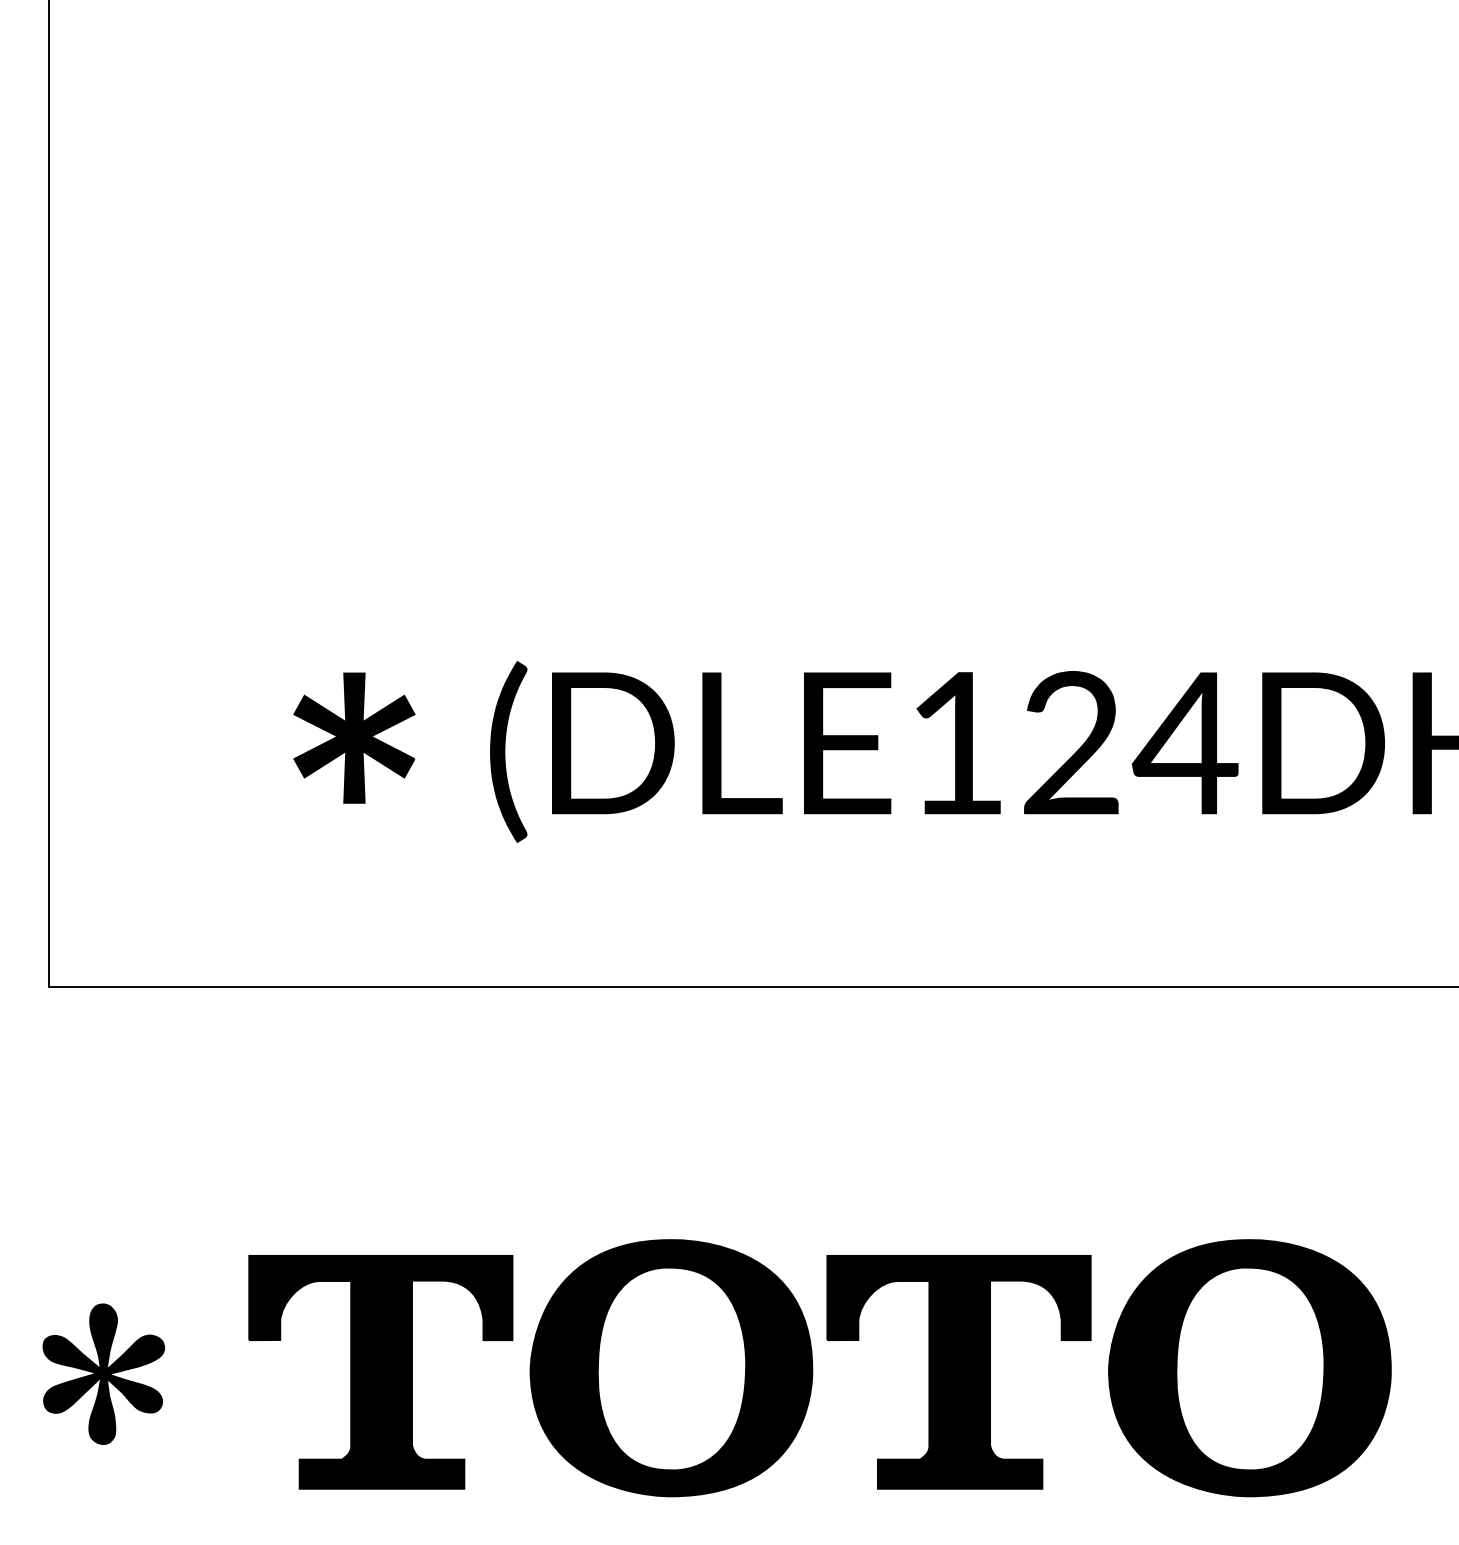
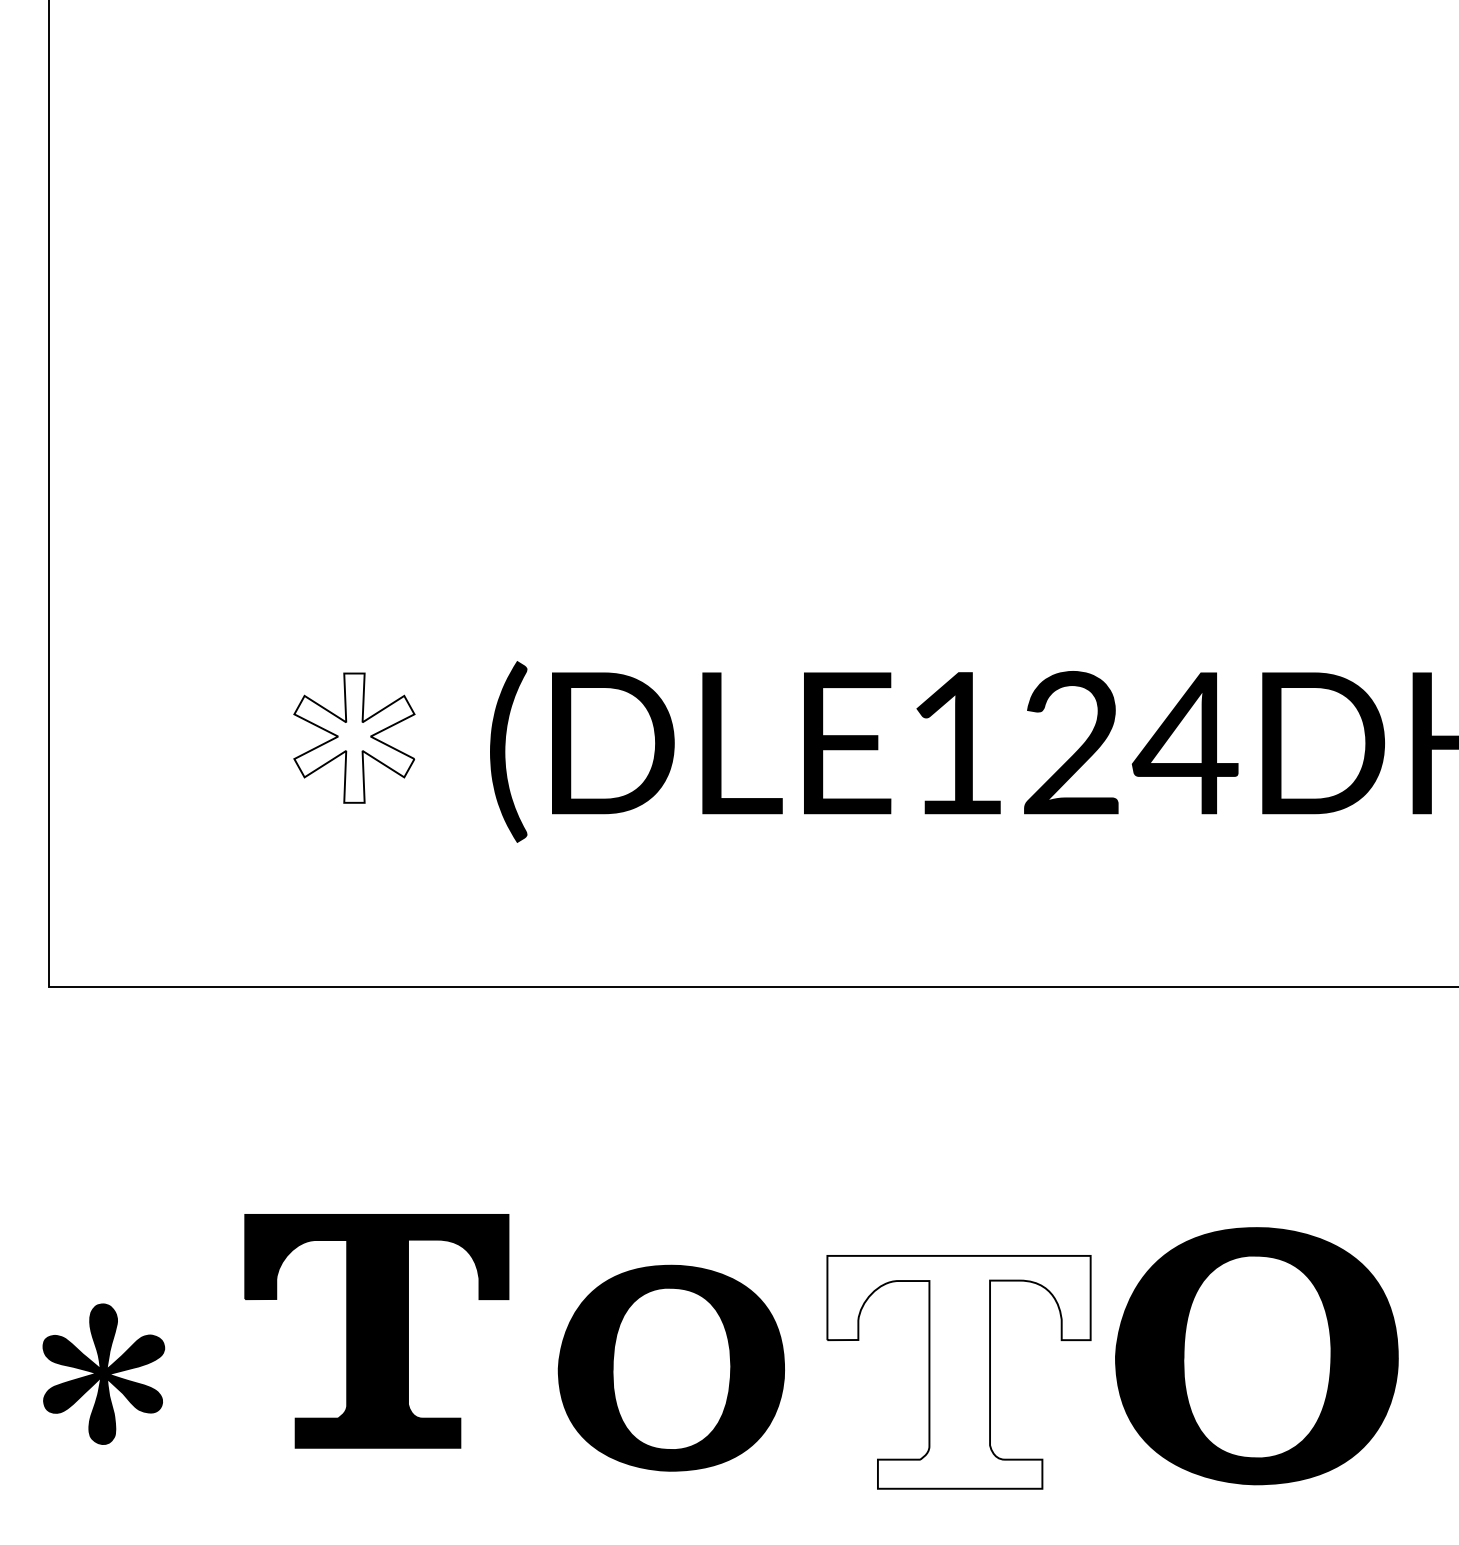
fill at (354, 737): present -> none
part at (671, 1368) size: 285x259 px -> 228x208 px
part at (1249, 1368) position: (1249, 1368) -> (1256, 1356)
fill at (958, 1371): present -> none
part at (380, 1372) position: (380, 1372) -> (376, 1331)
